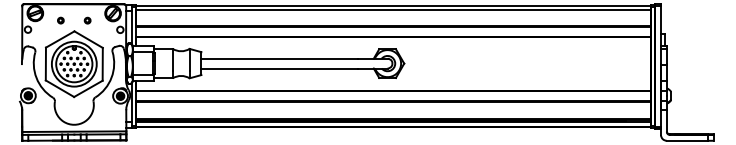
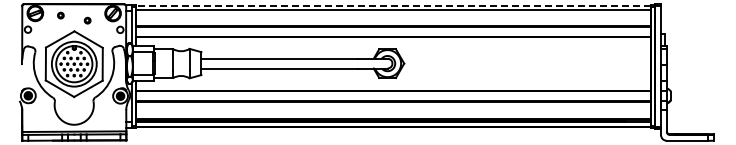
line at (393, 5): solid -> dashed
part at (60, 20) position: (60, 20) -> (60, 15)
